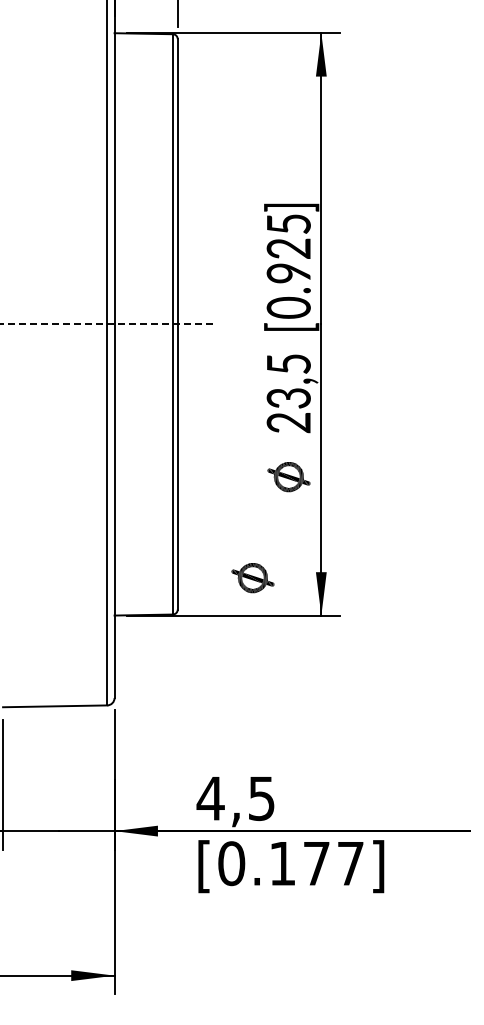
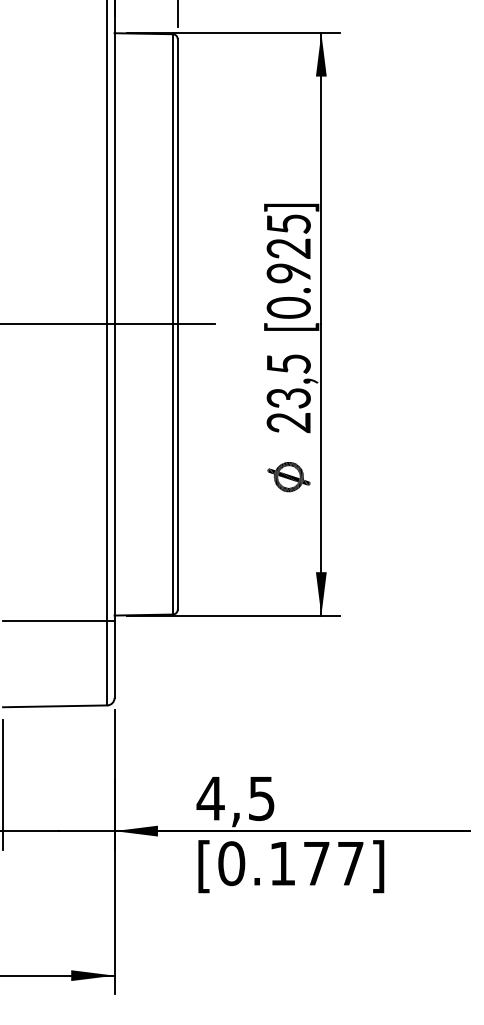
line at (108, 324): dashed -> solid
part at (252, 578): present -> none
line at (58, 620): none -> present
